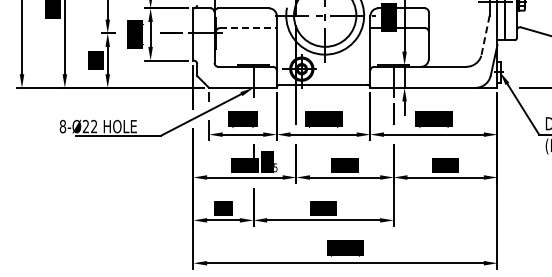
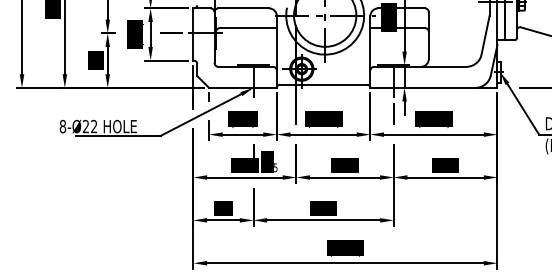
line at (248, 28): dashed -> solid
line at (485, 36): dashed -> solid
